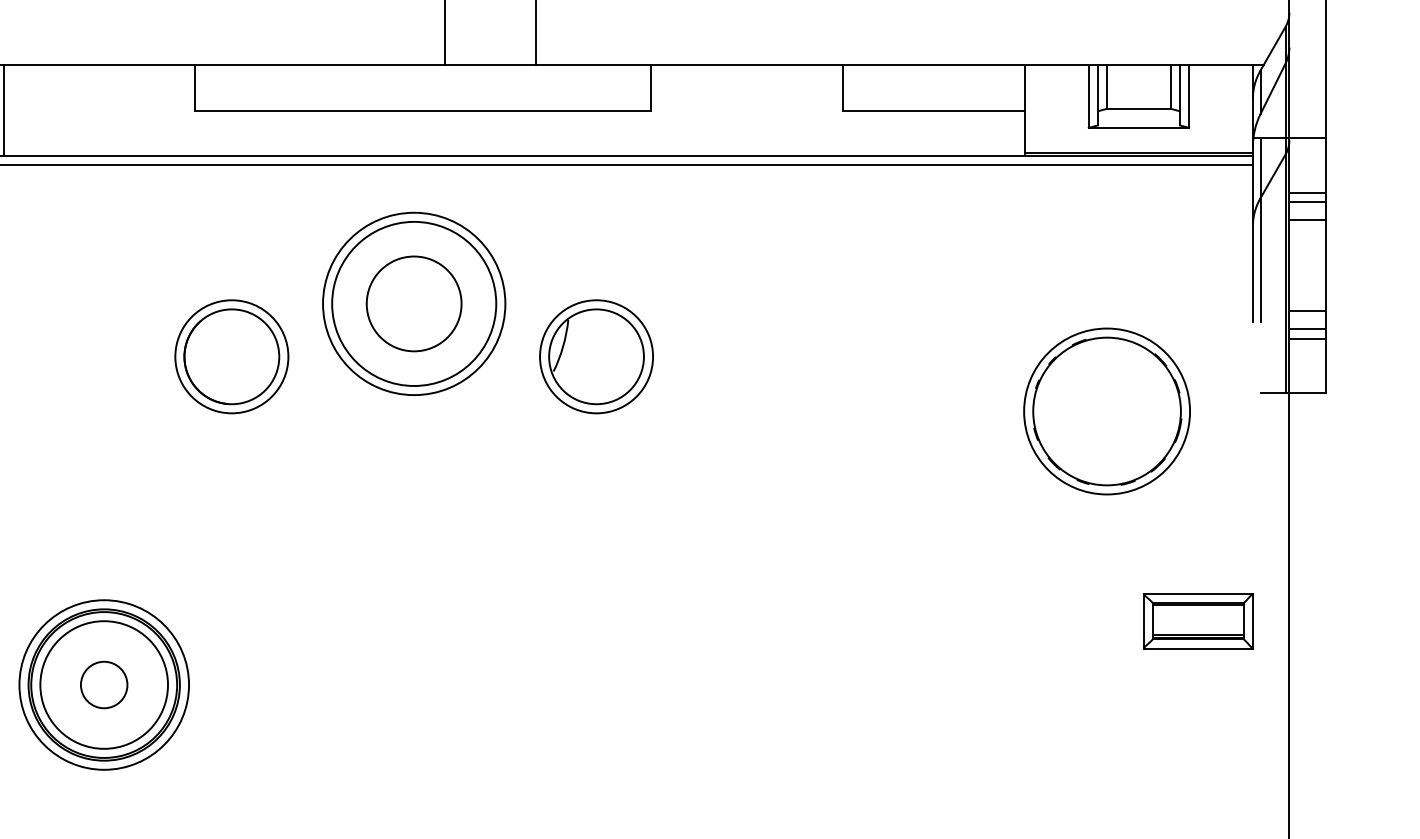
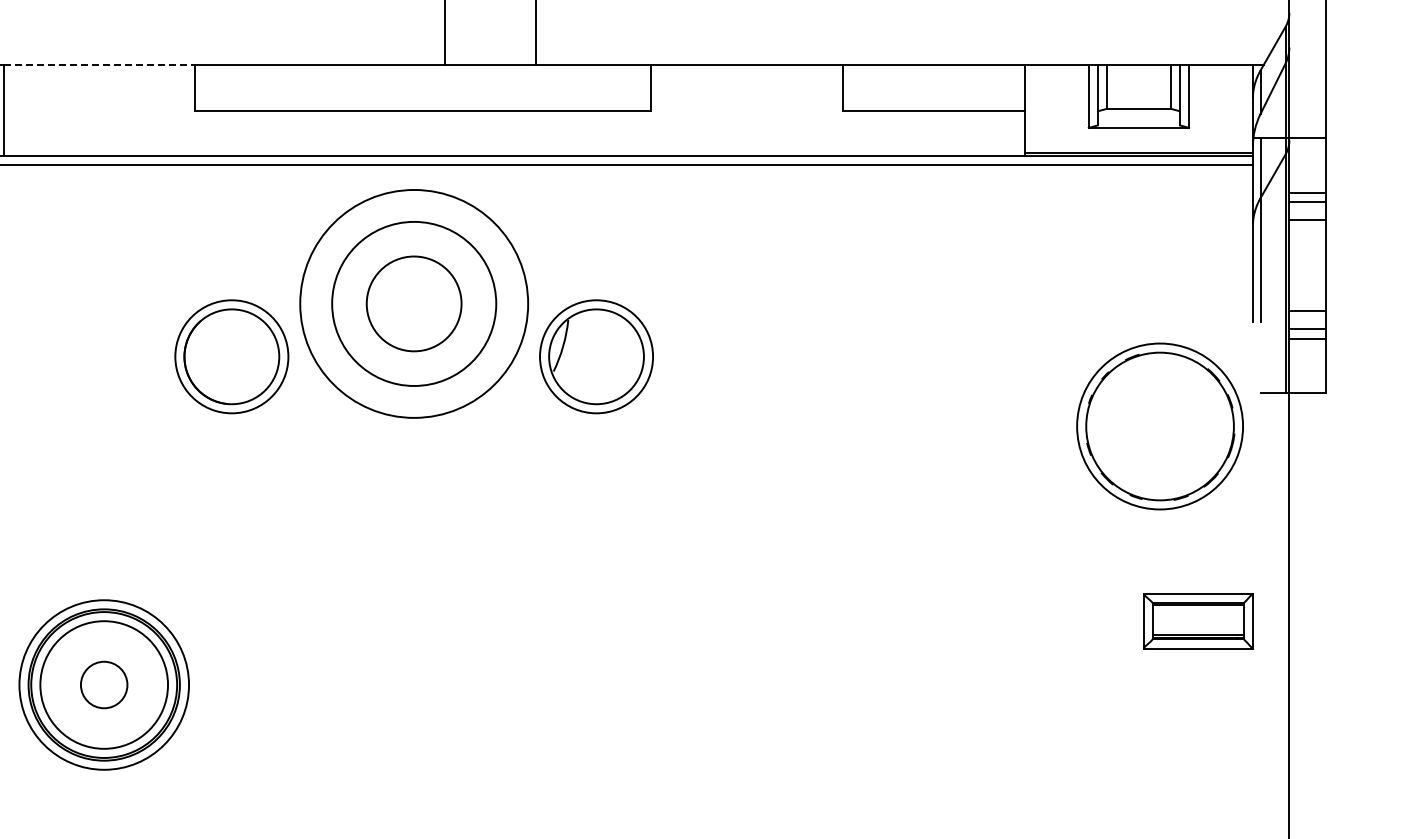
line at (99, 65): solid -> dashed
circle at (414, 303) diameter: 182 px -> 228 px
part at (1106, 411) position: (1106, 411) -> (1159, 426)
